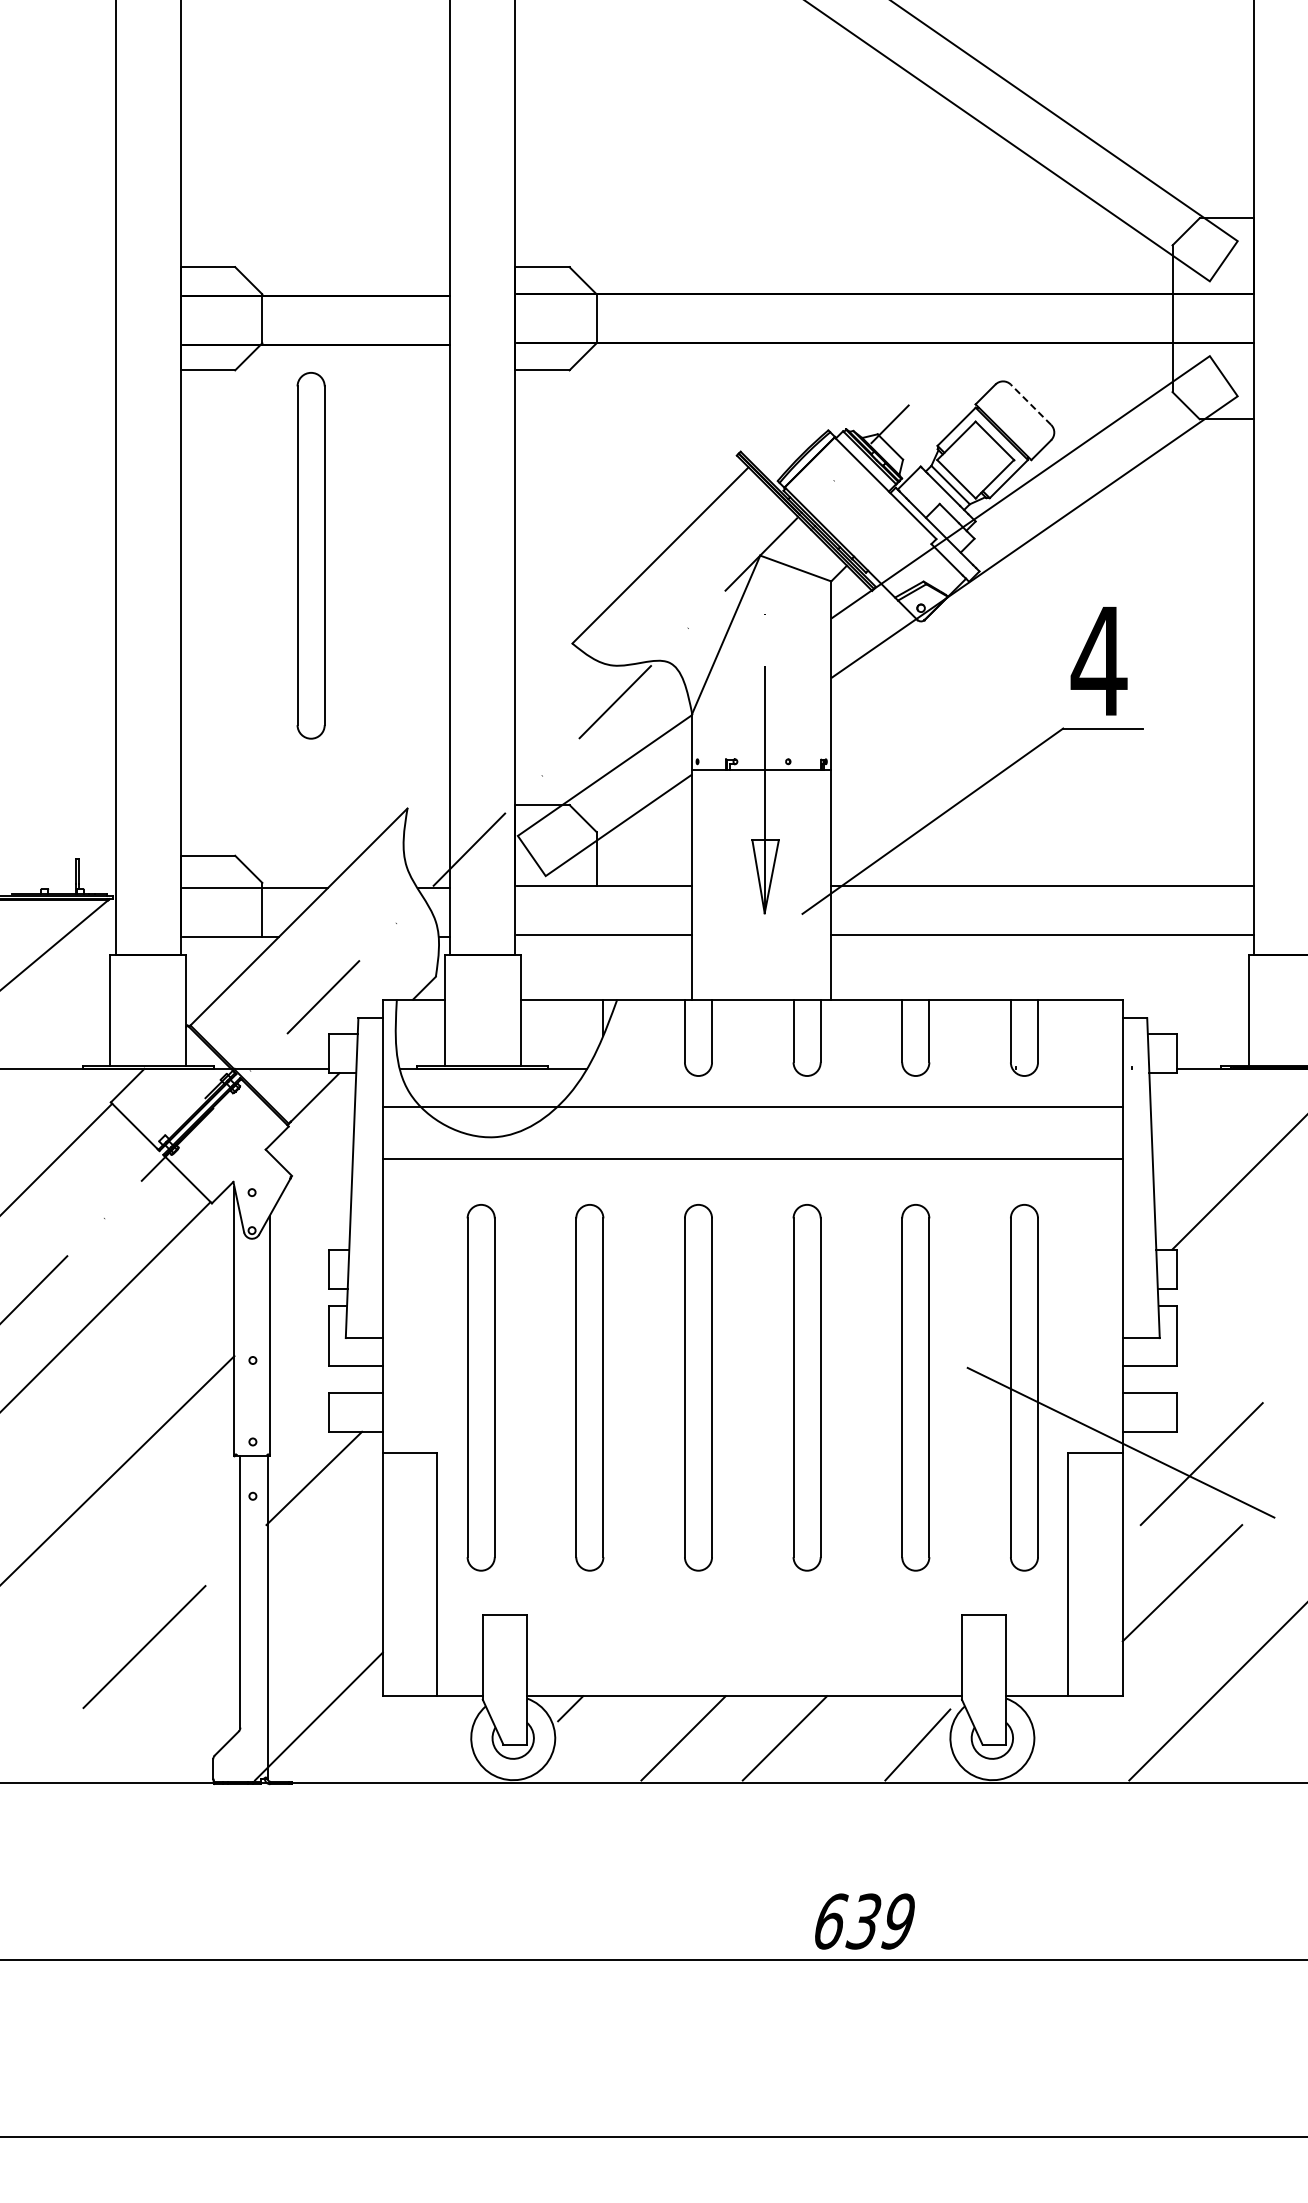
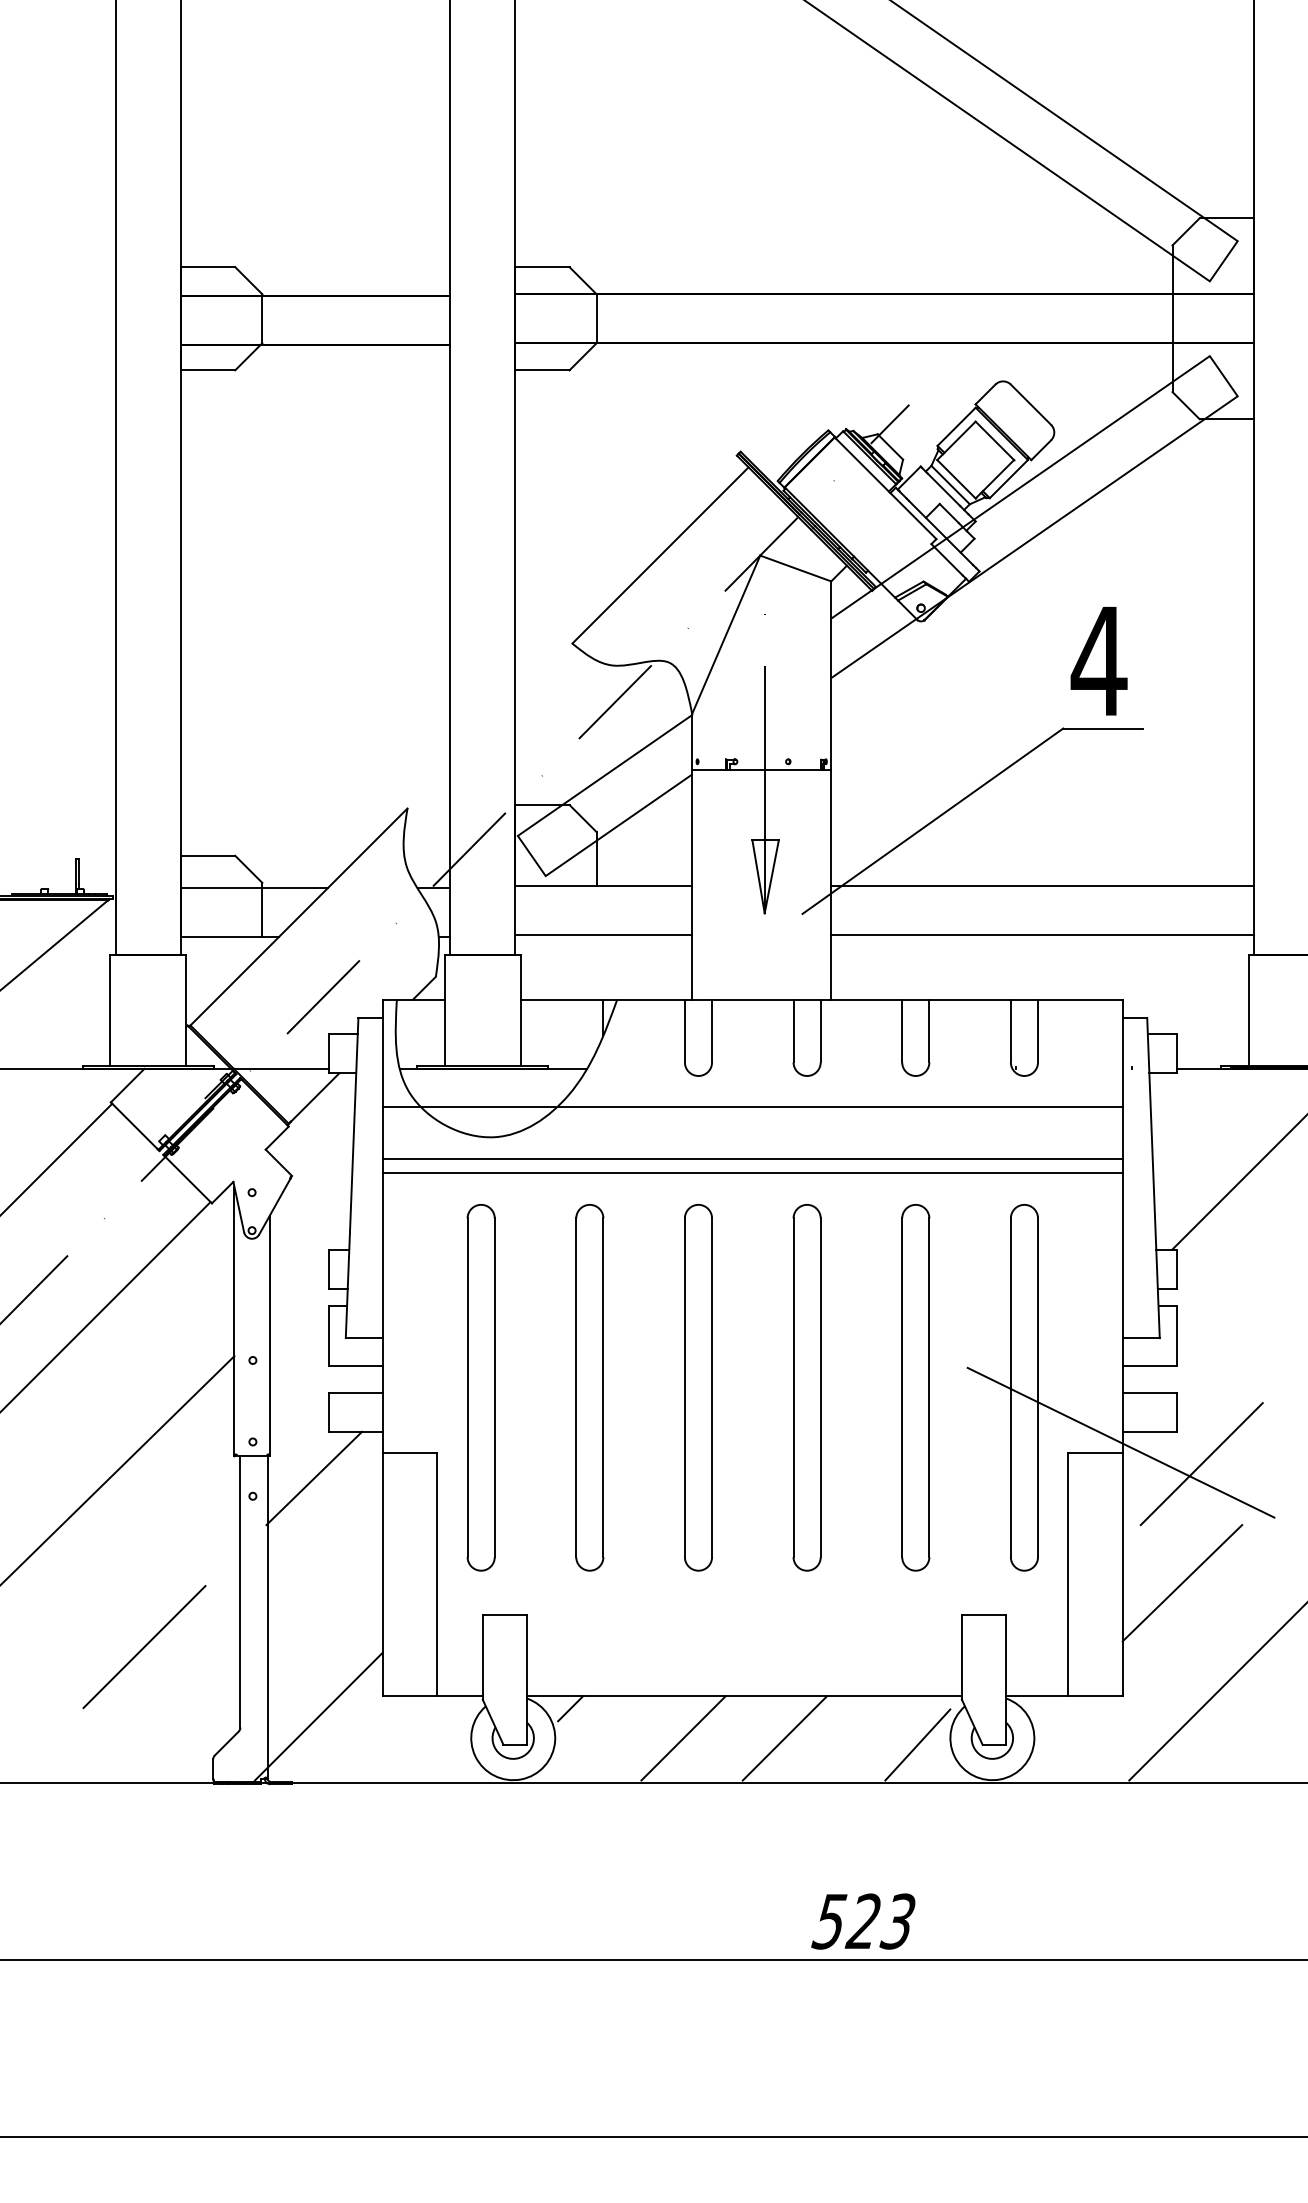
line at (1030, 404): dashed -> solid
part at (310, 555): present -> none
line at (752, 1172): none -> present
text at (863, 1921): 639 -> 523
